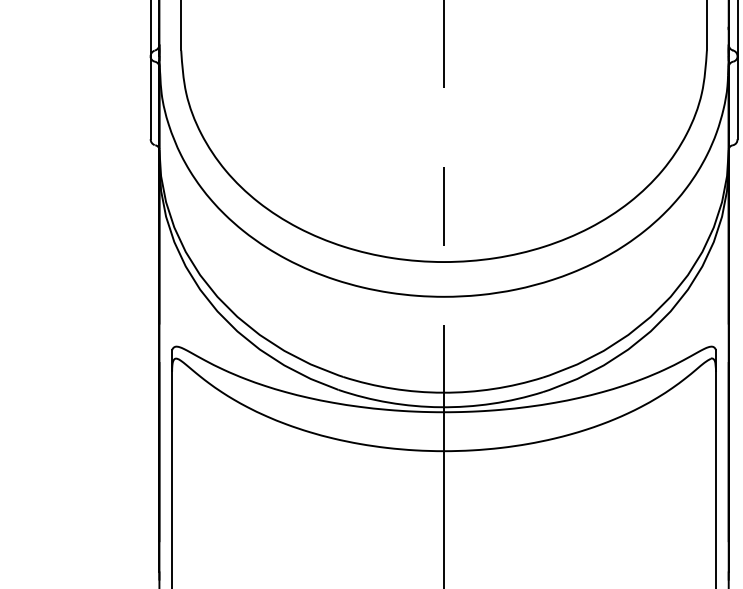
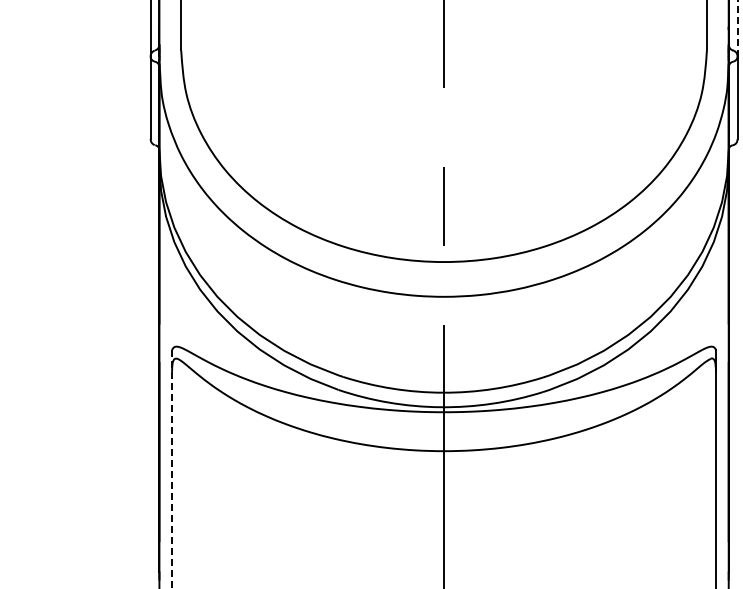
line at (737, 28): solid -> dashed
line at (172, 469): solid -> dashed
